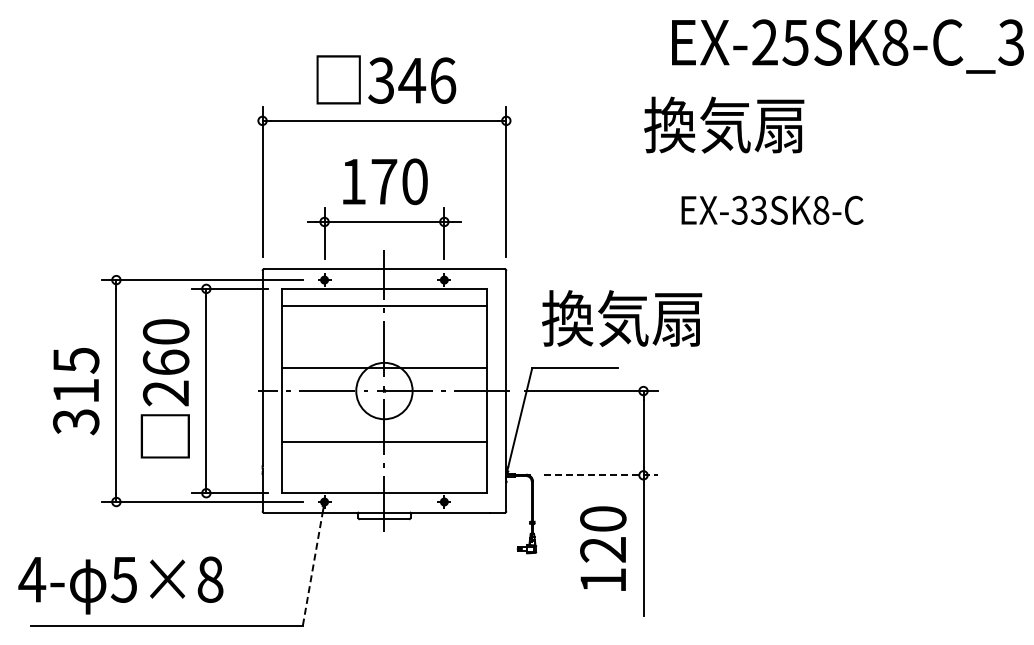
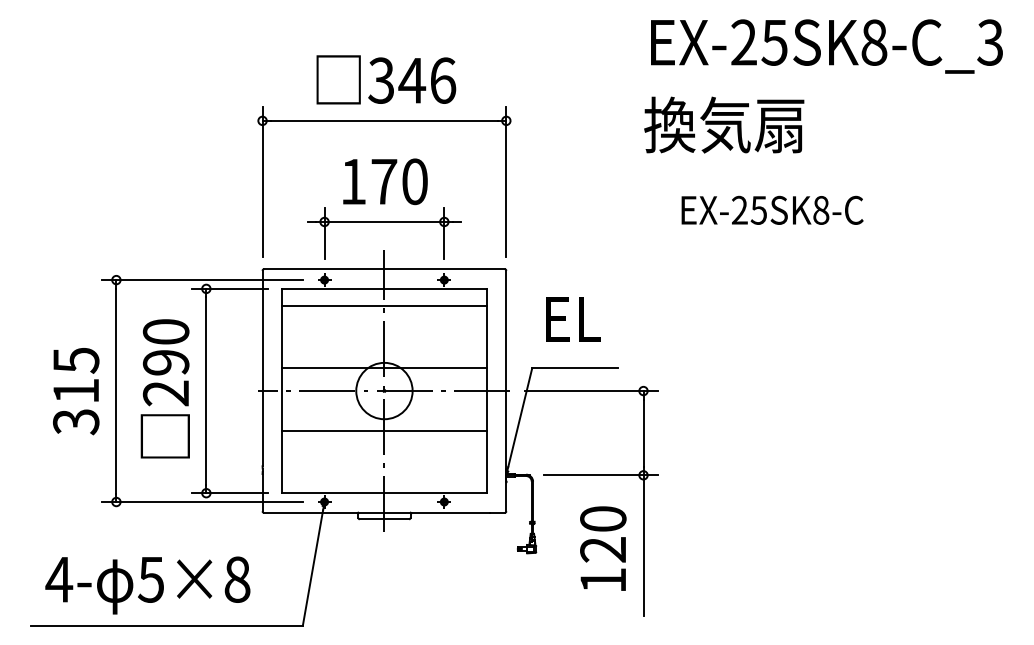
text at (847, 46) position: (847, 46) -> (826, 46)
text at (748, 209): EX-33SK8-C -> EX-25SK8-C
text at (622, 318): 換気扇 -> EL
text at (165, 362): 260 -> 290
line at (384, 441) position: (384, 441) -> (384, 430)
line at (600, 475): dashed -> solid
line at (312, 567): dashed -> solid
text at (120, 585) position: (120, 585) -> (147, 585)
